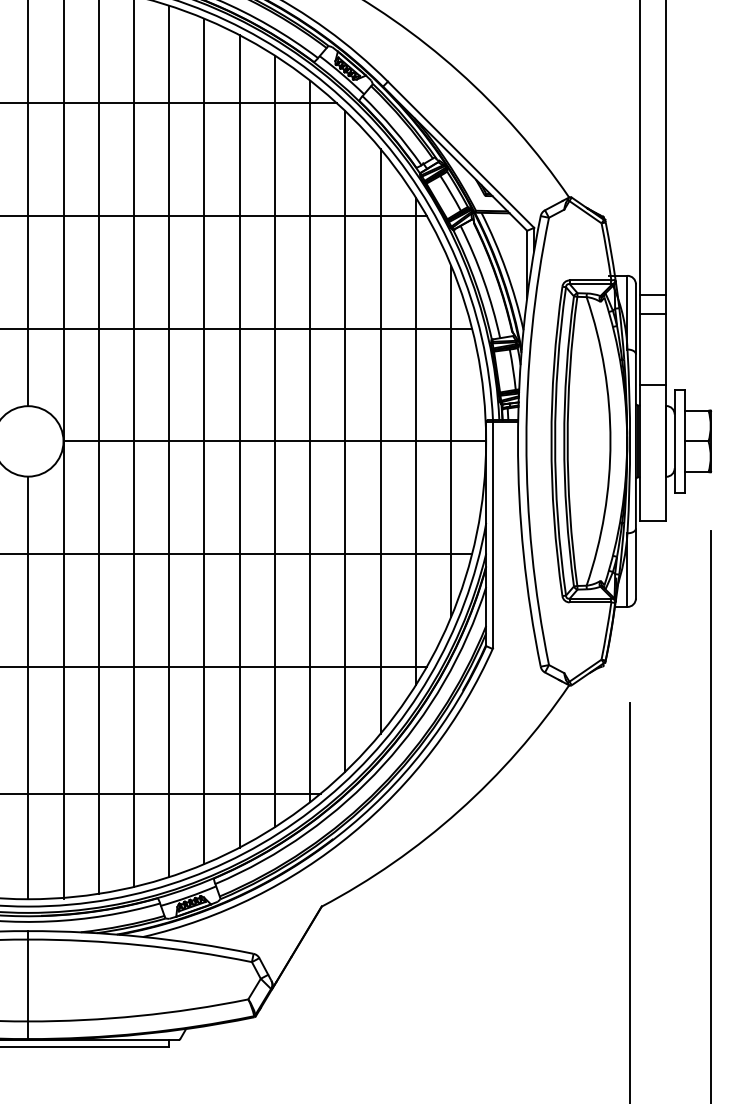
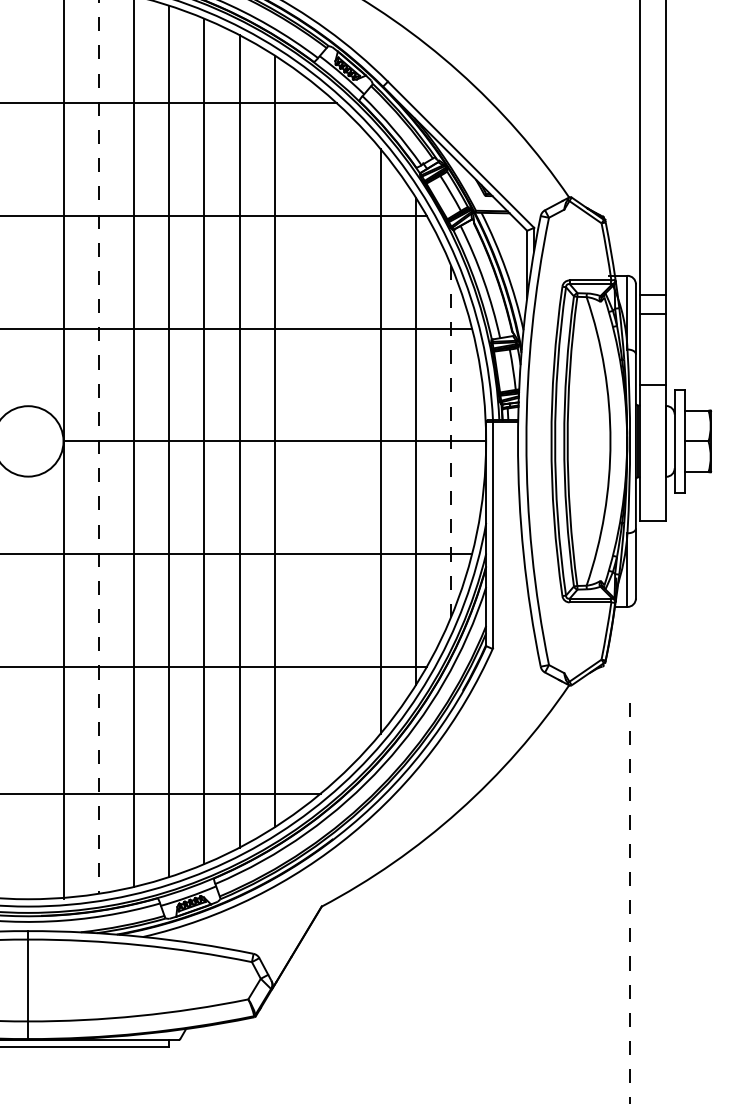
line at (28, 204): present -> none
line at (310, 441): present -> none
line at (345, 441): present -> none
line at (451, 441): solid -> dashed
line at (98, 446): solid -> dashed
line at (28, 687): present -> none
line at (711, 815): present -> none
line at (630, 903): solid -> dashed
